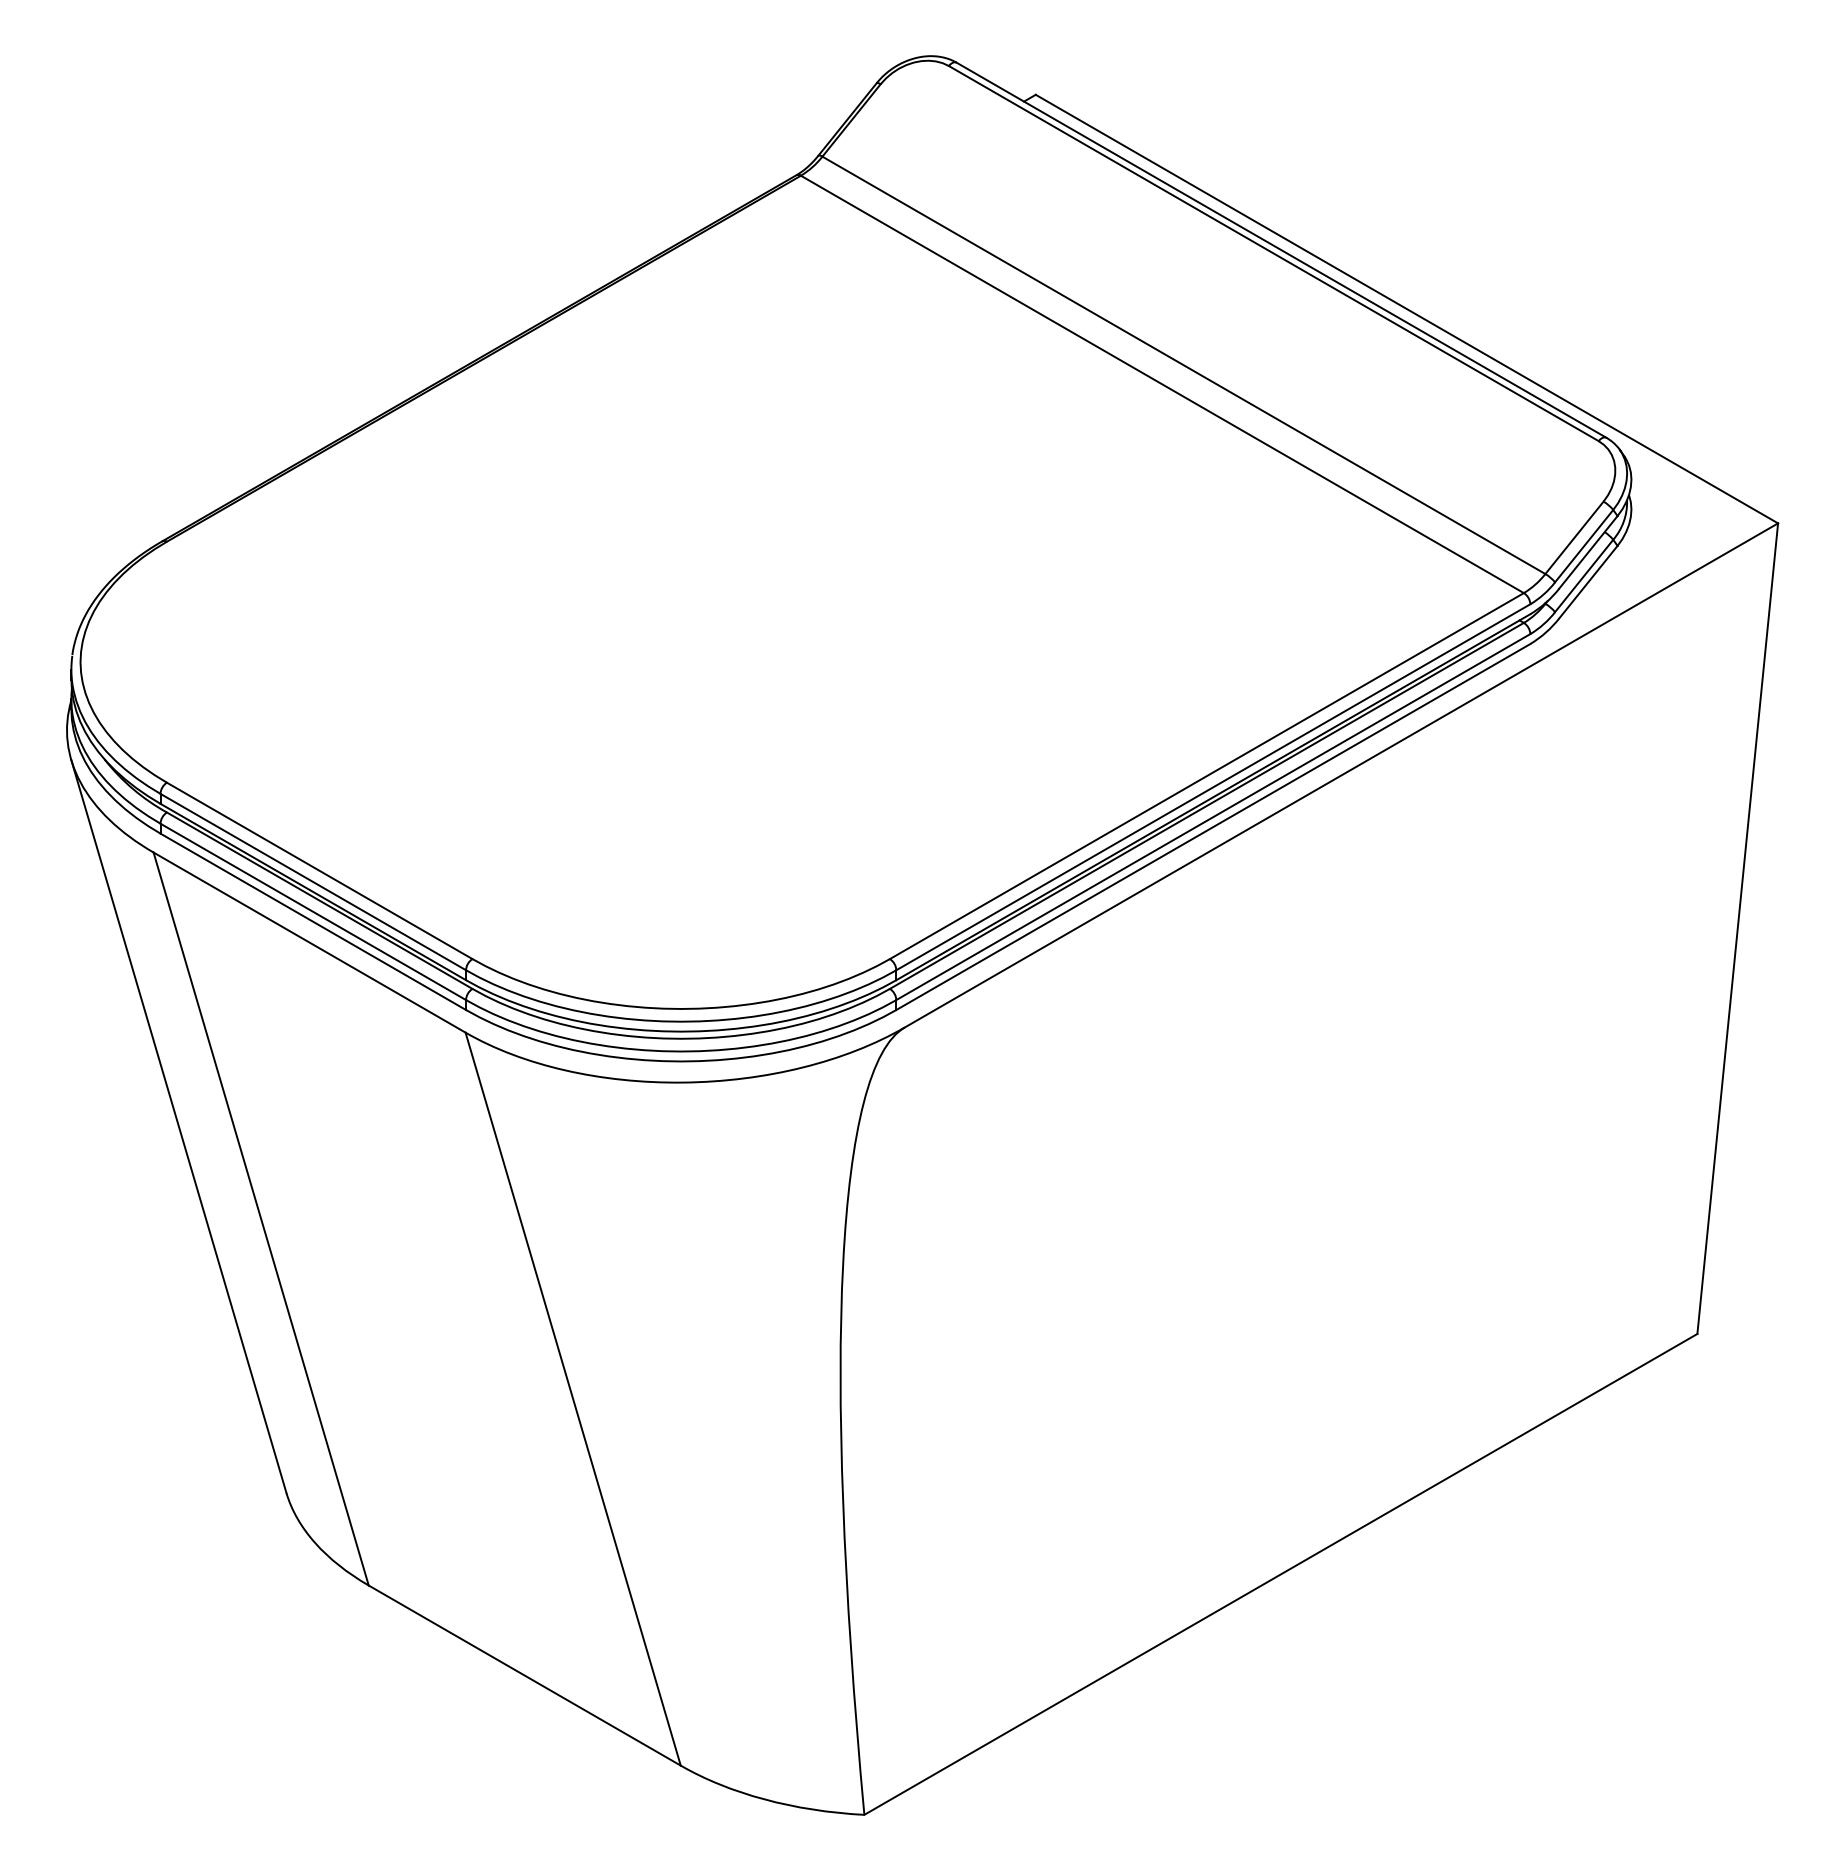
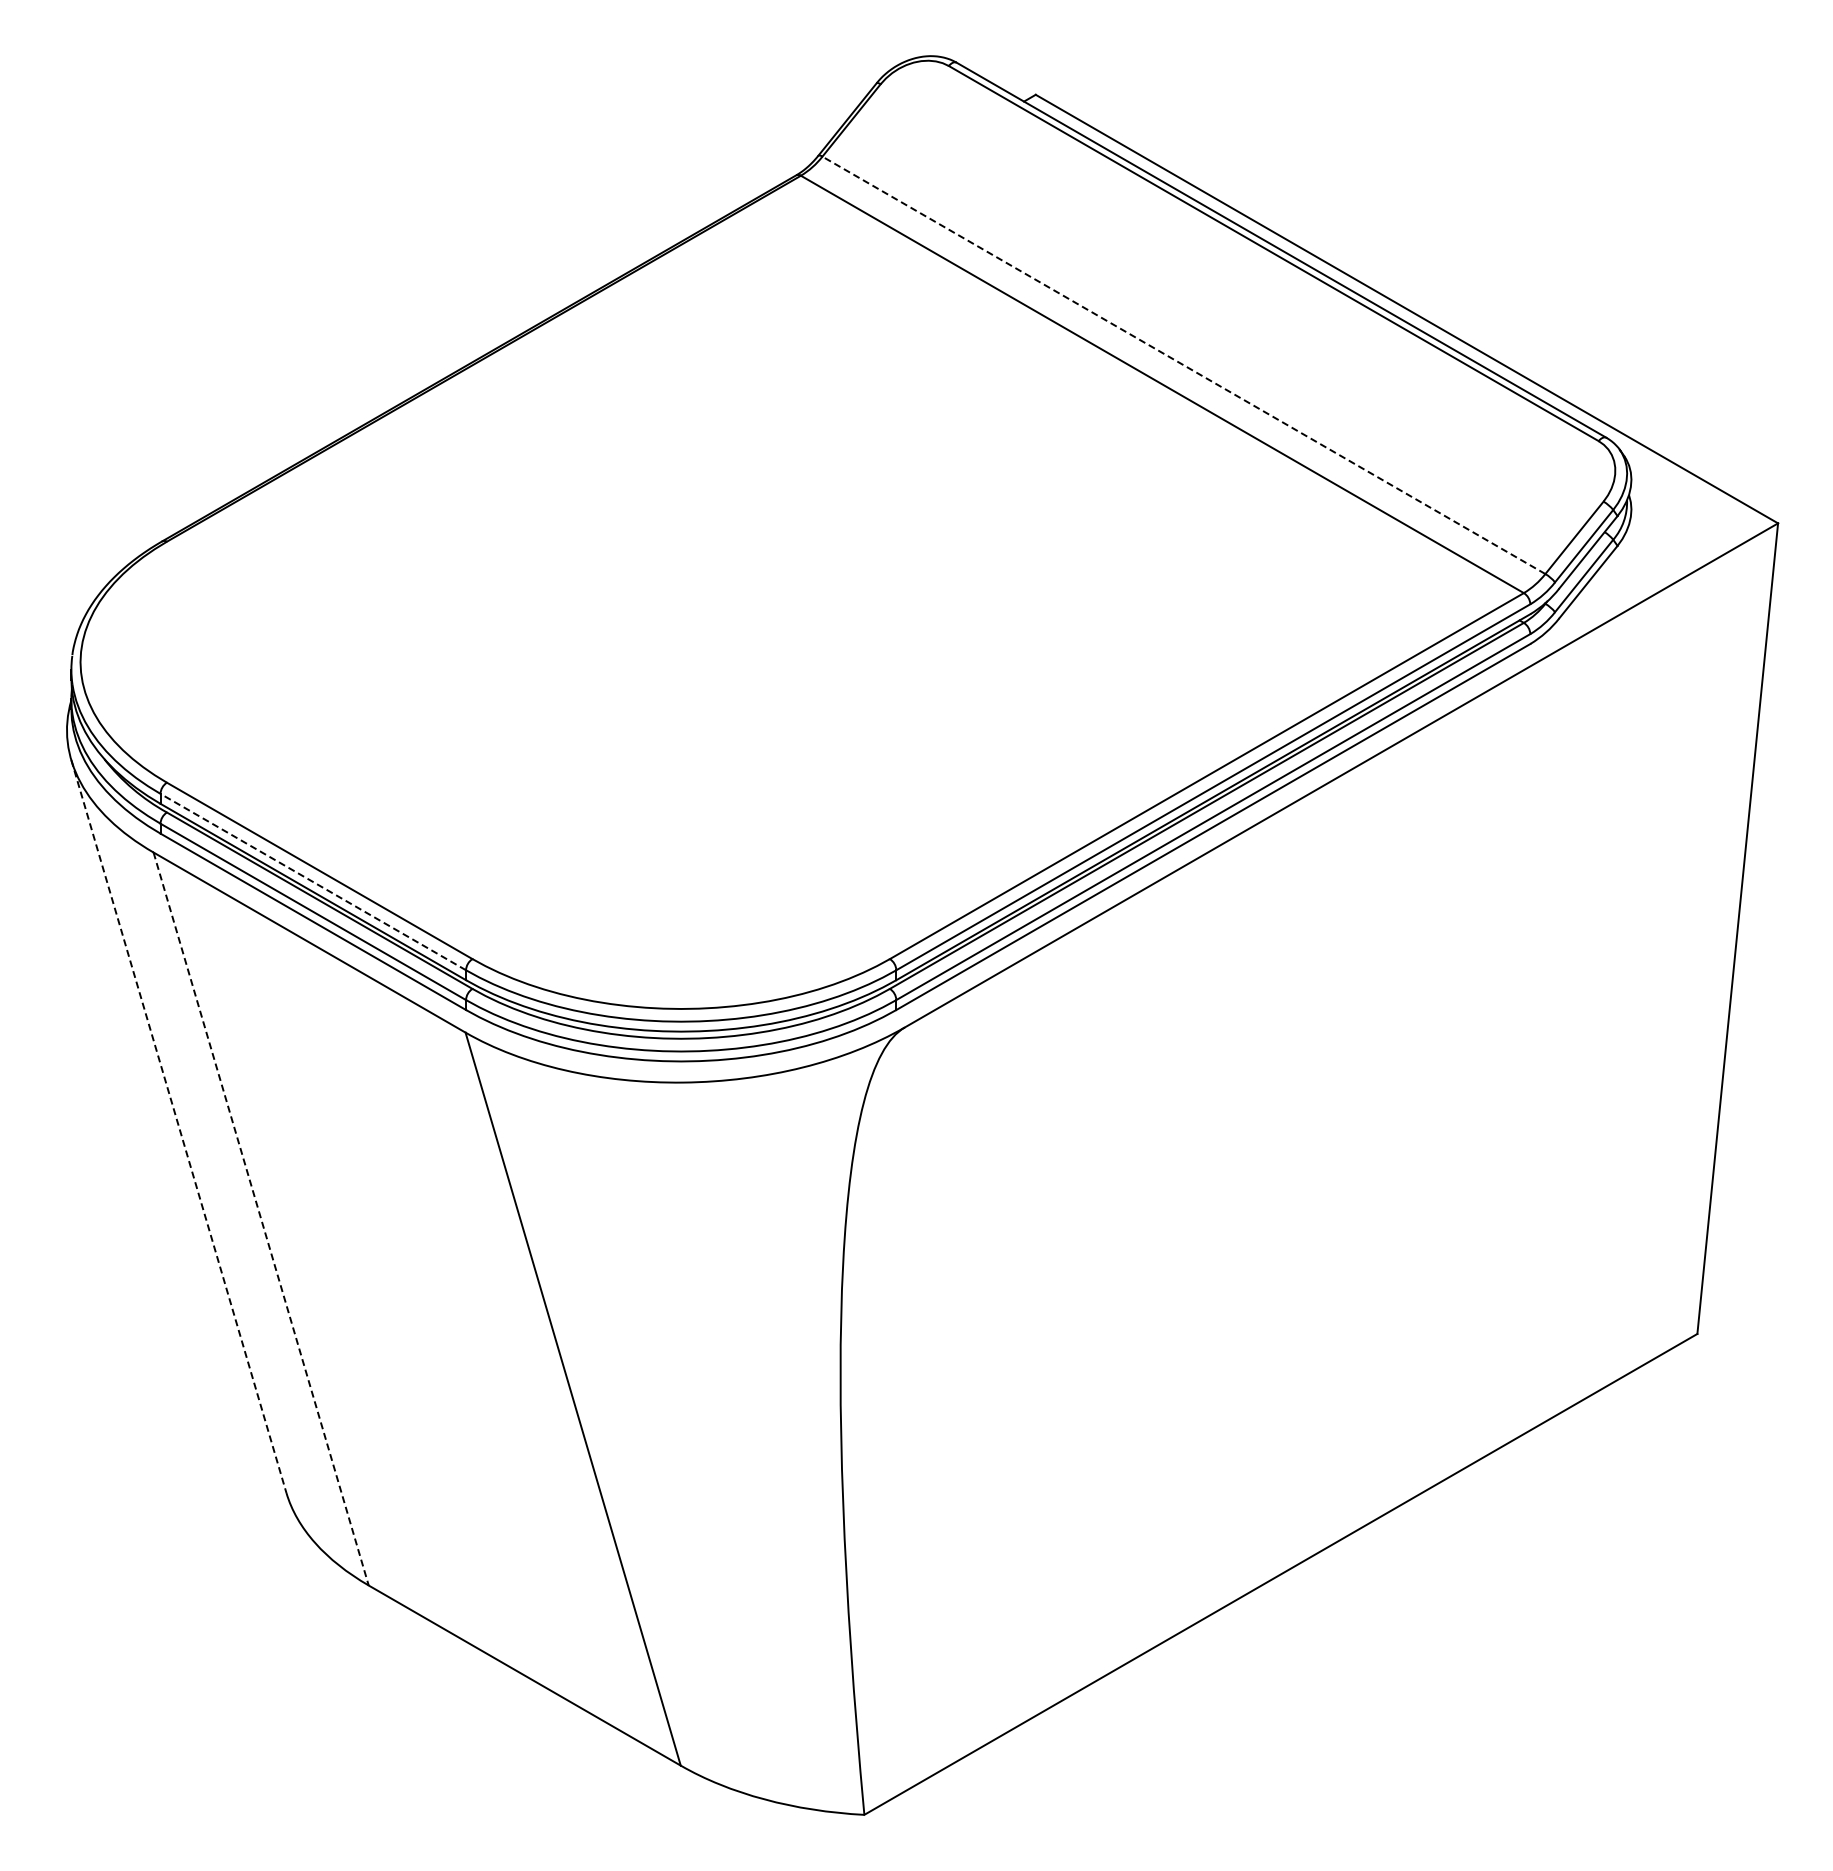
line at (1183, 365): solid -> dashed
line at (312, 881): solid -> dashed
line at (178, 1126): solid -> dashed
line at (261, 1219): solid -> dashed
